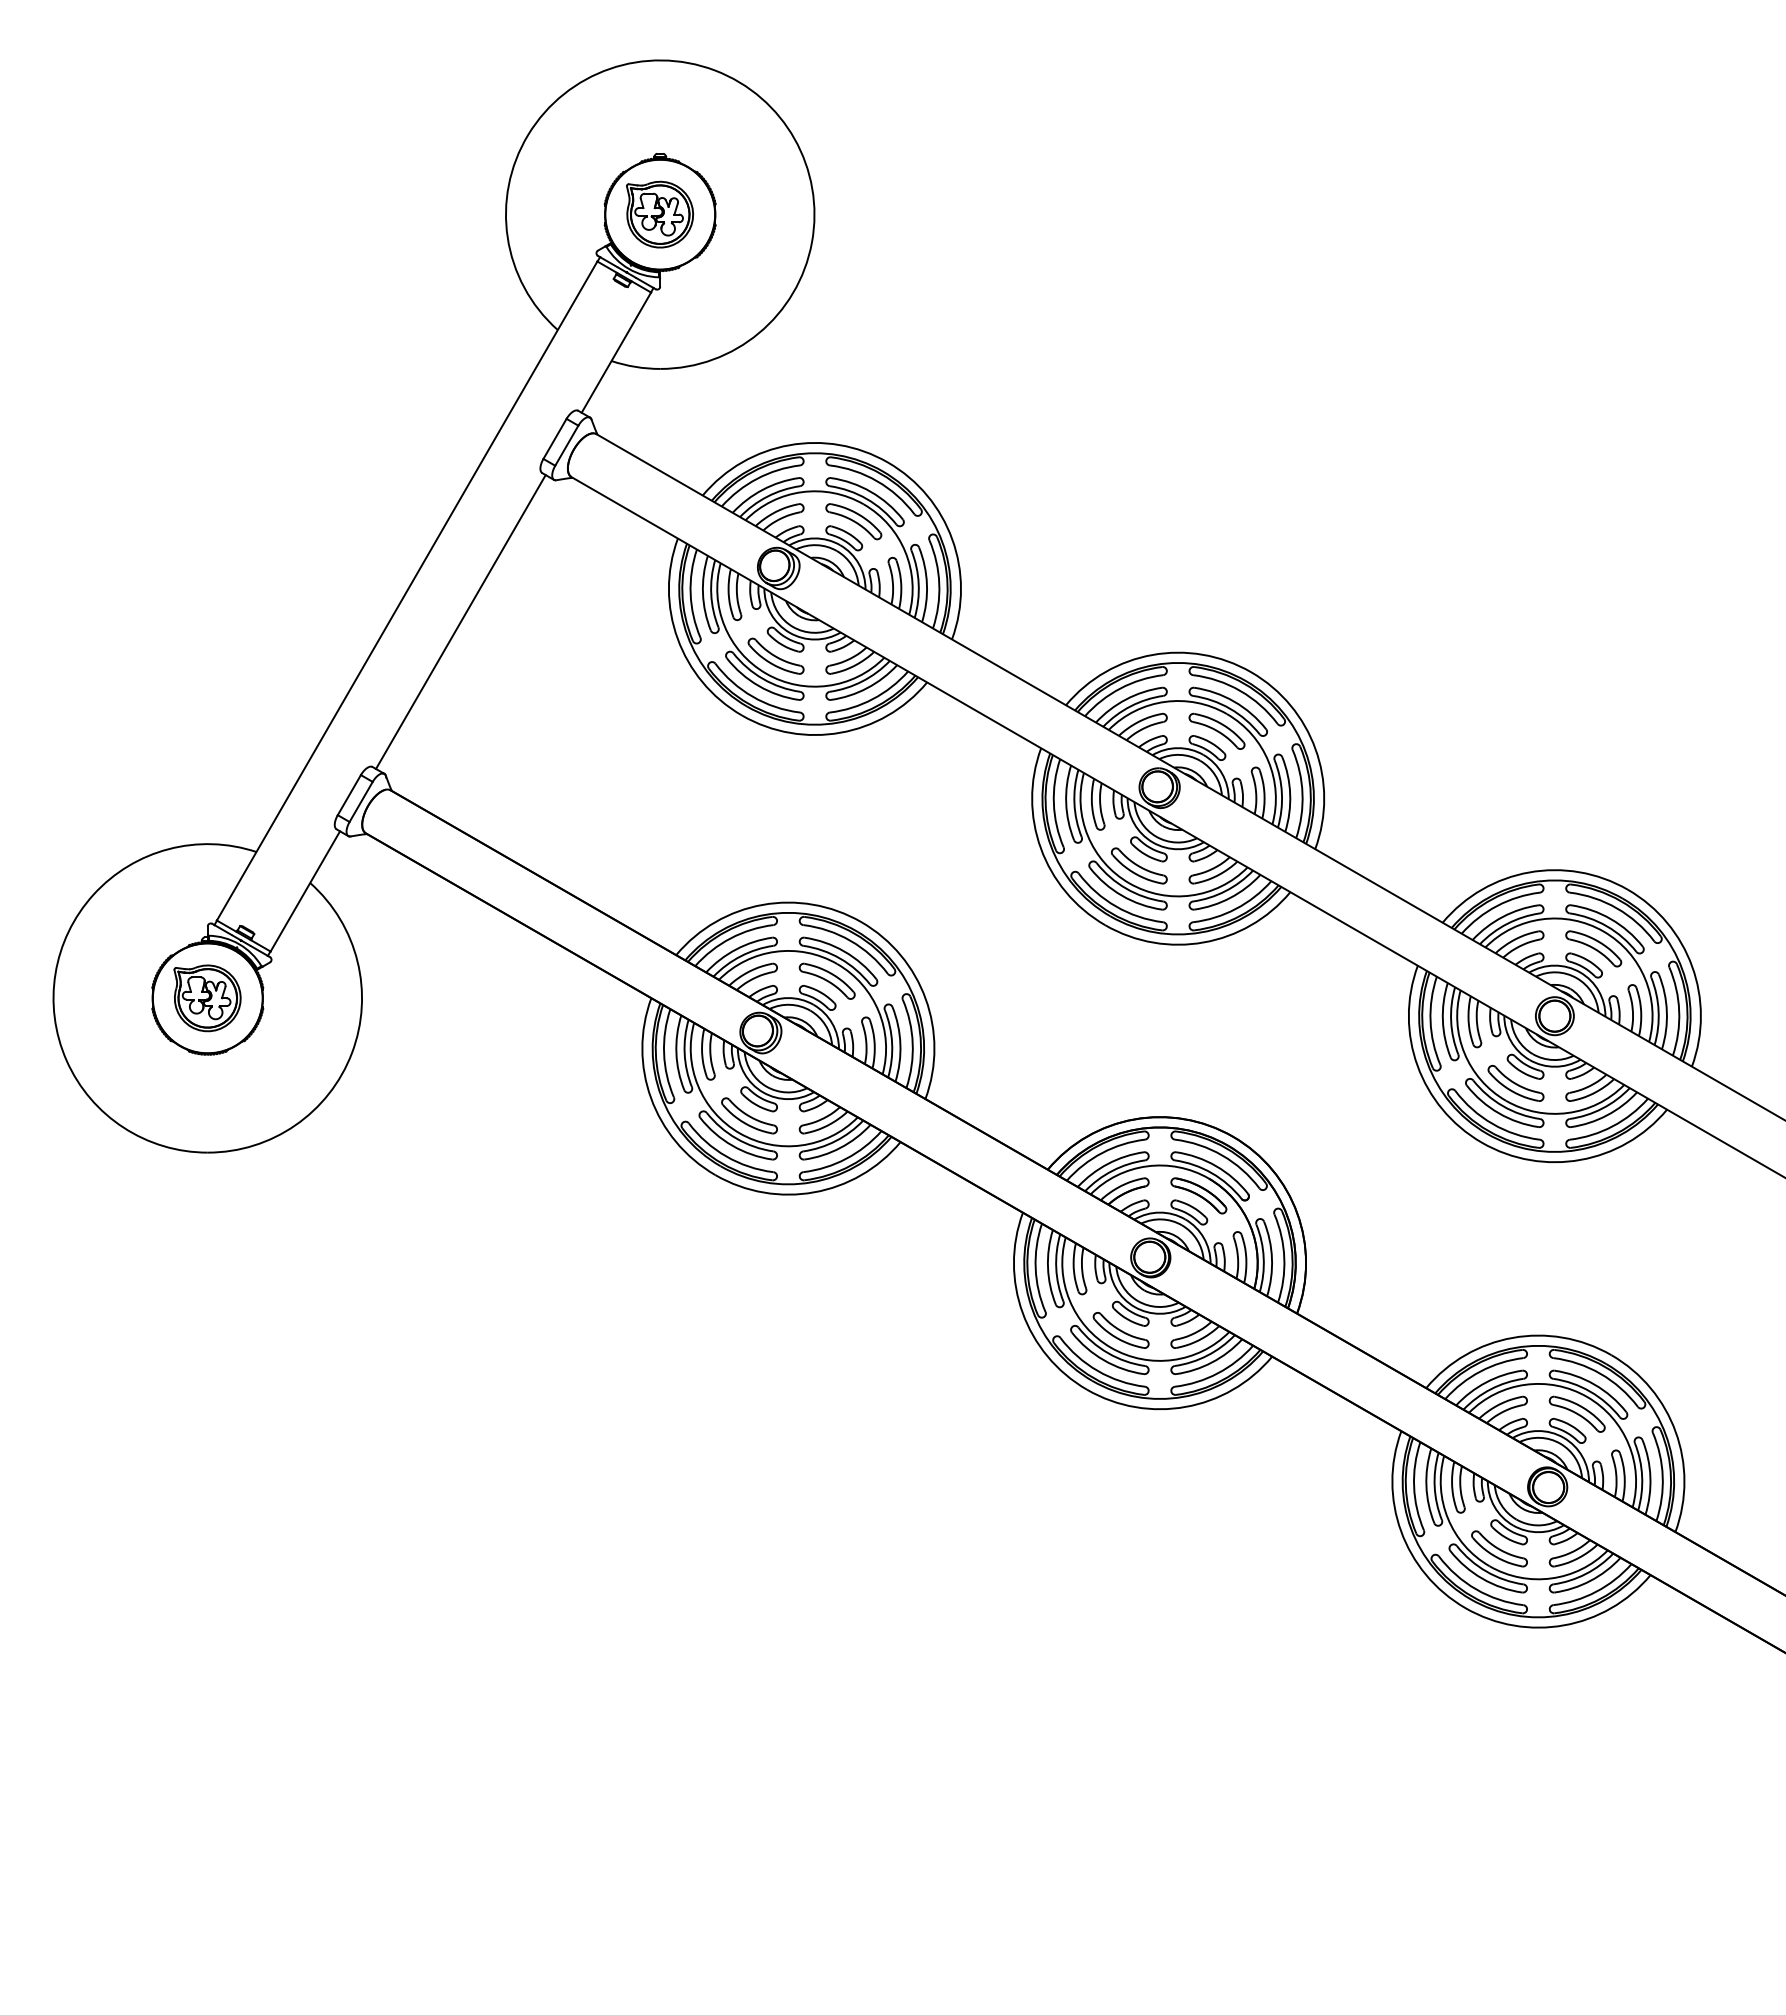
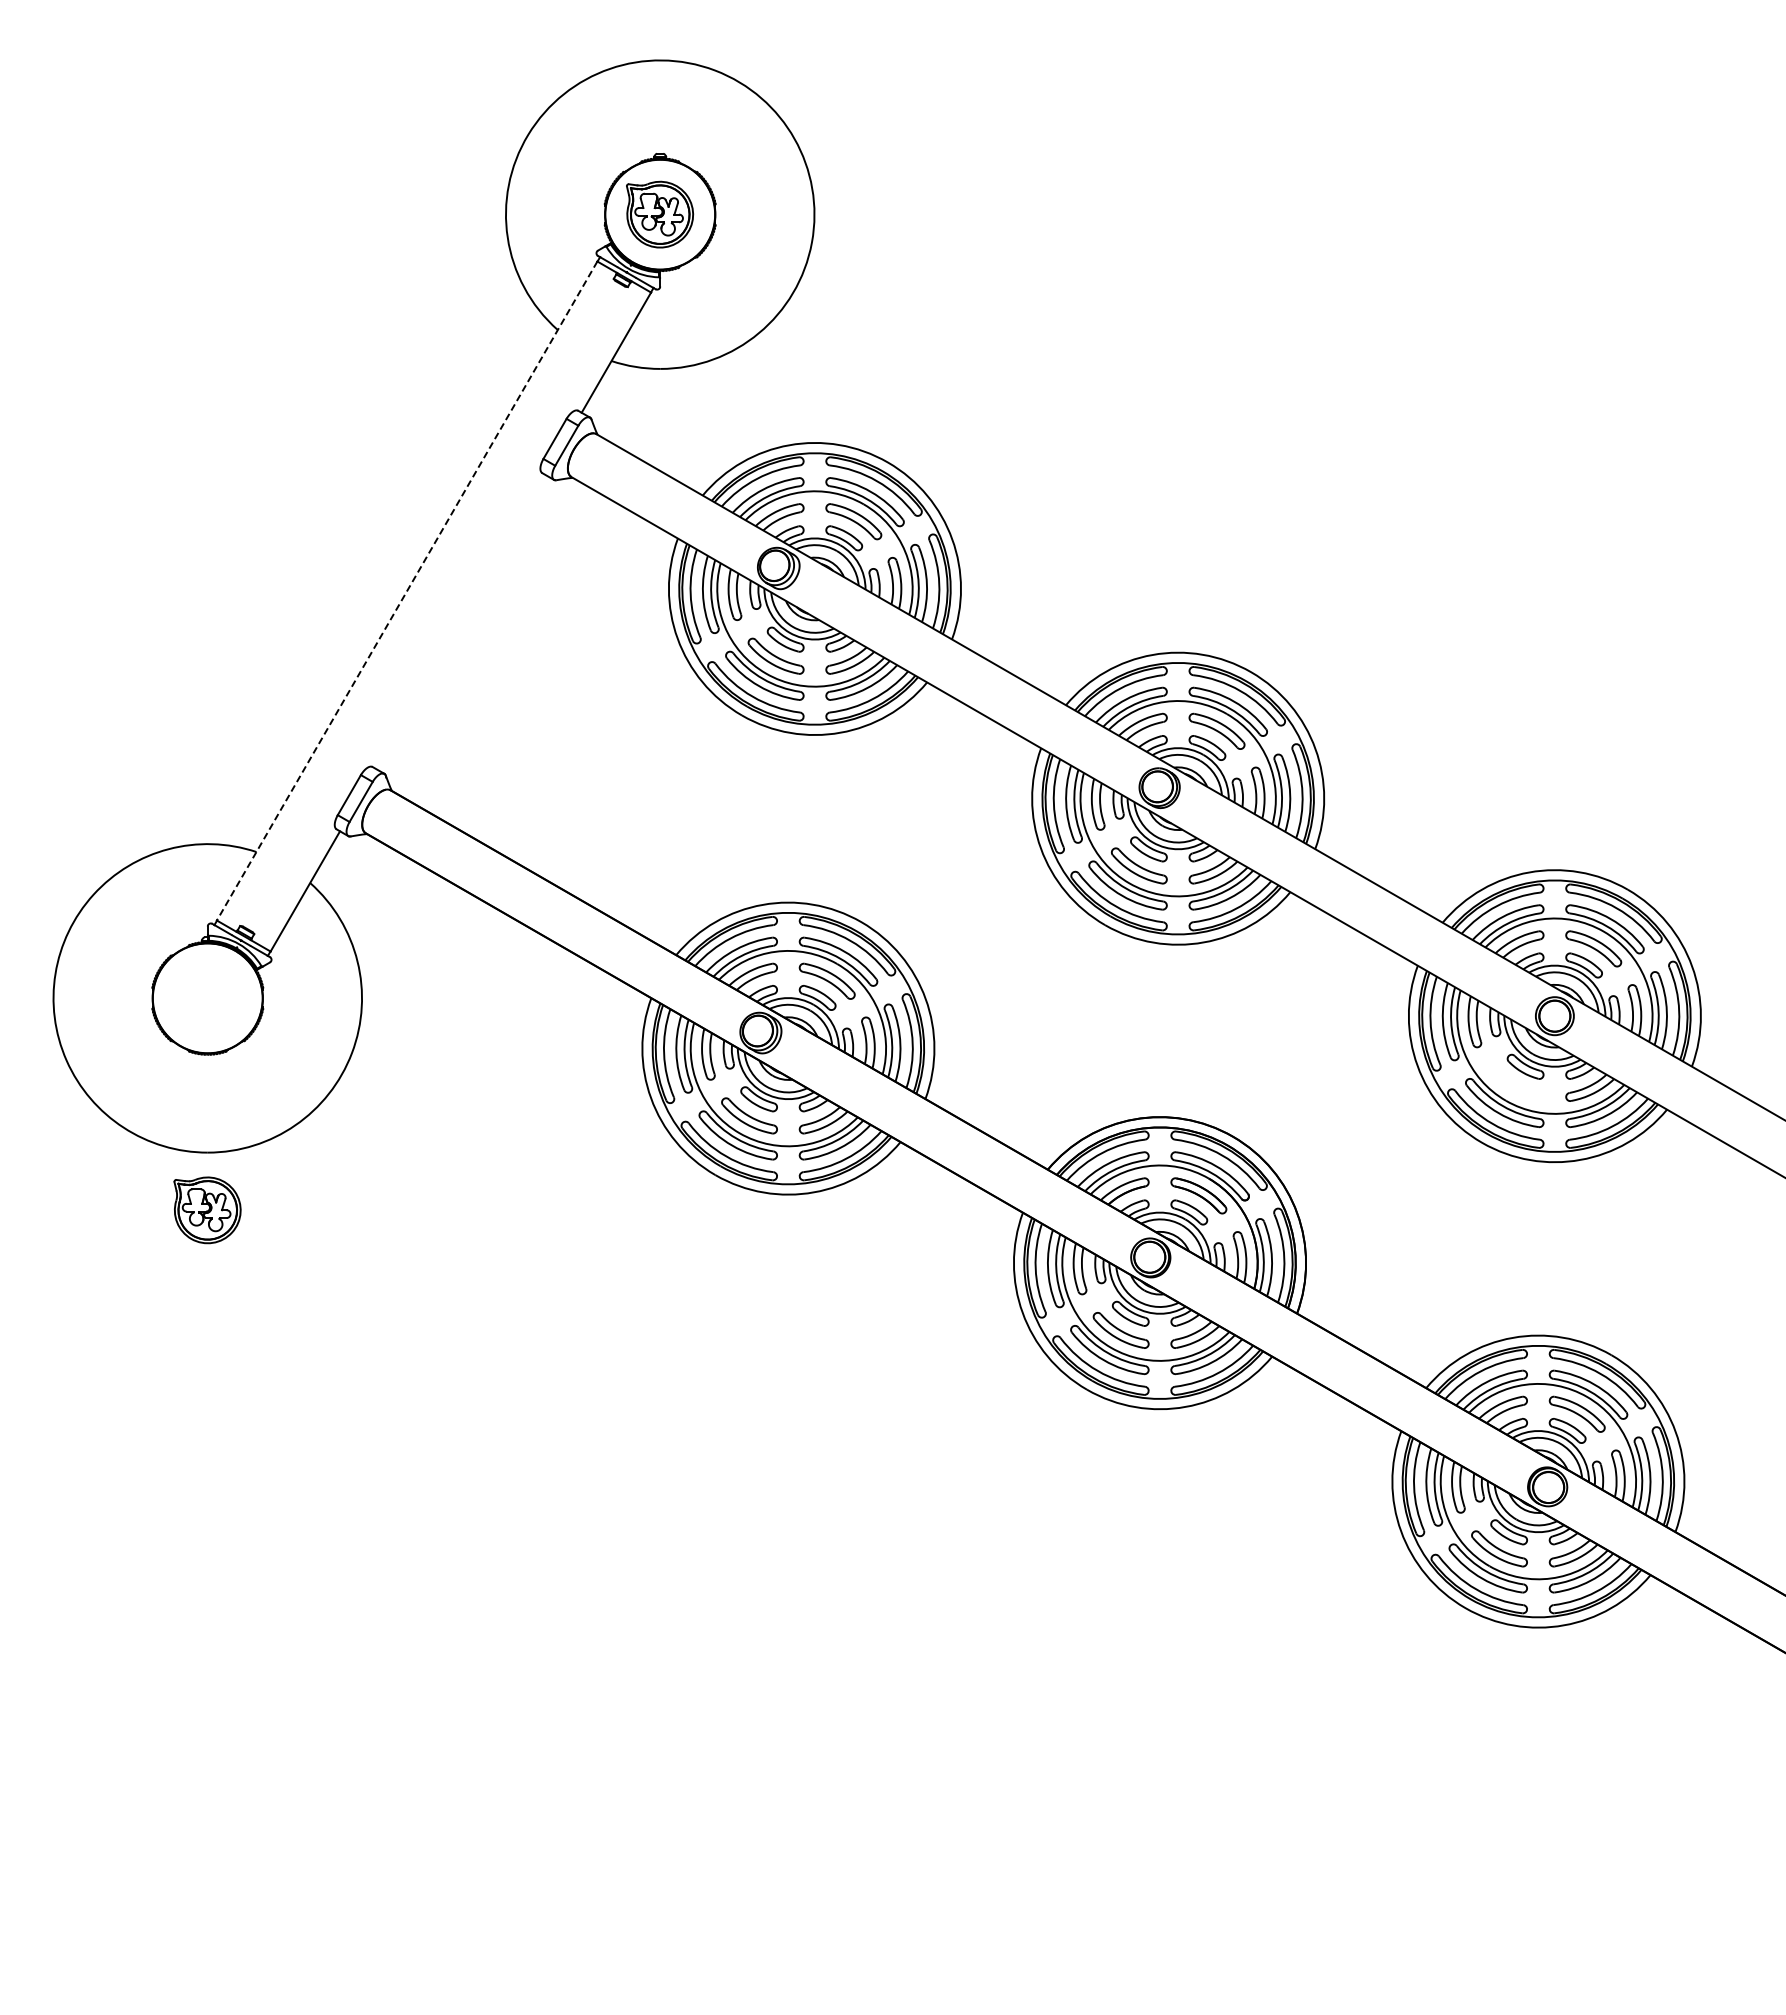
line at (406, 591): solid -> dashed
line at (460, 621): present -> none
part at (207, 998) position: (207, 998) -> (207, 1210)
part at (1515, 1083): present -> none
